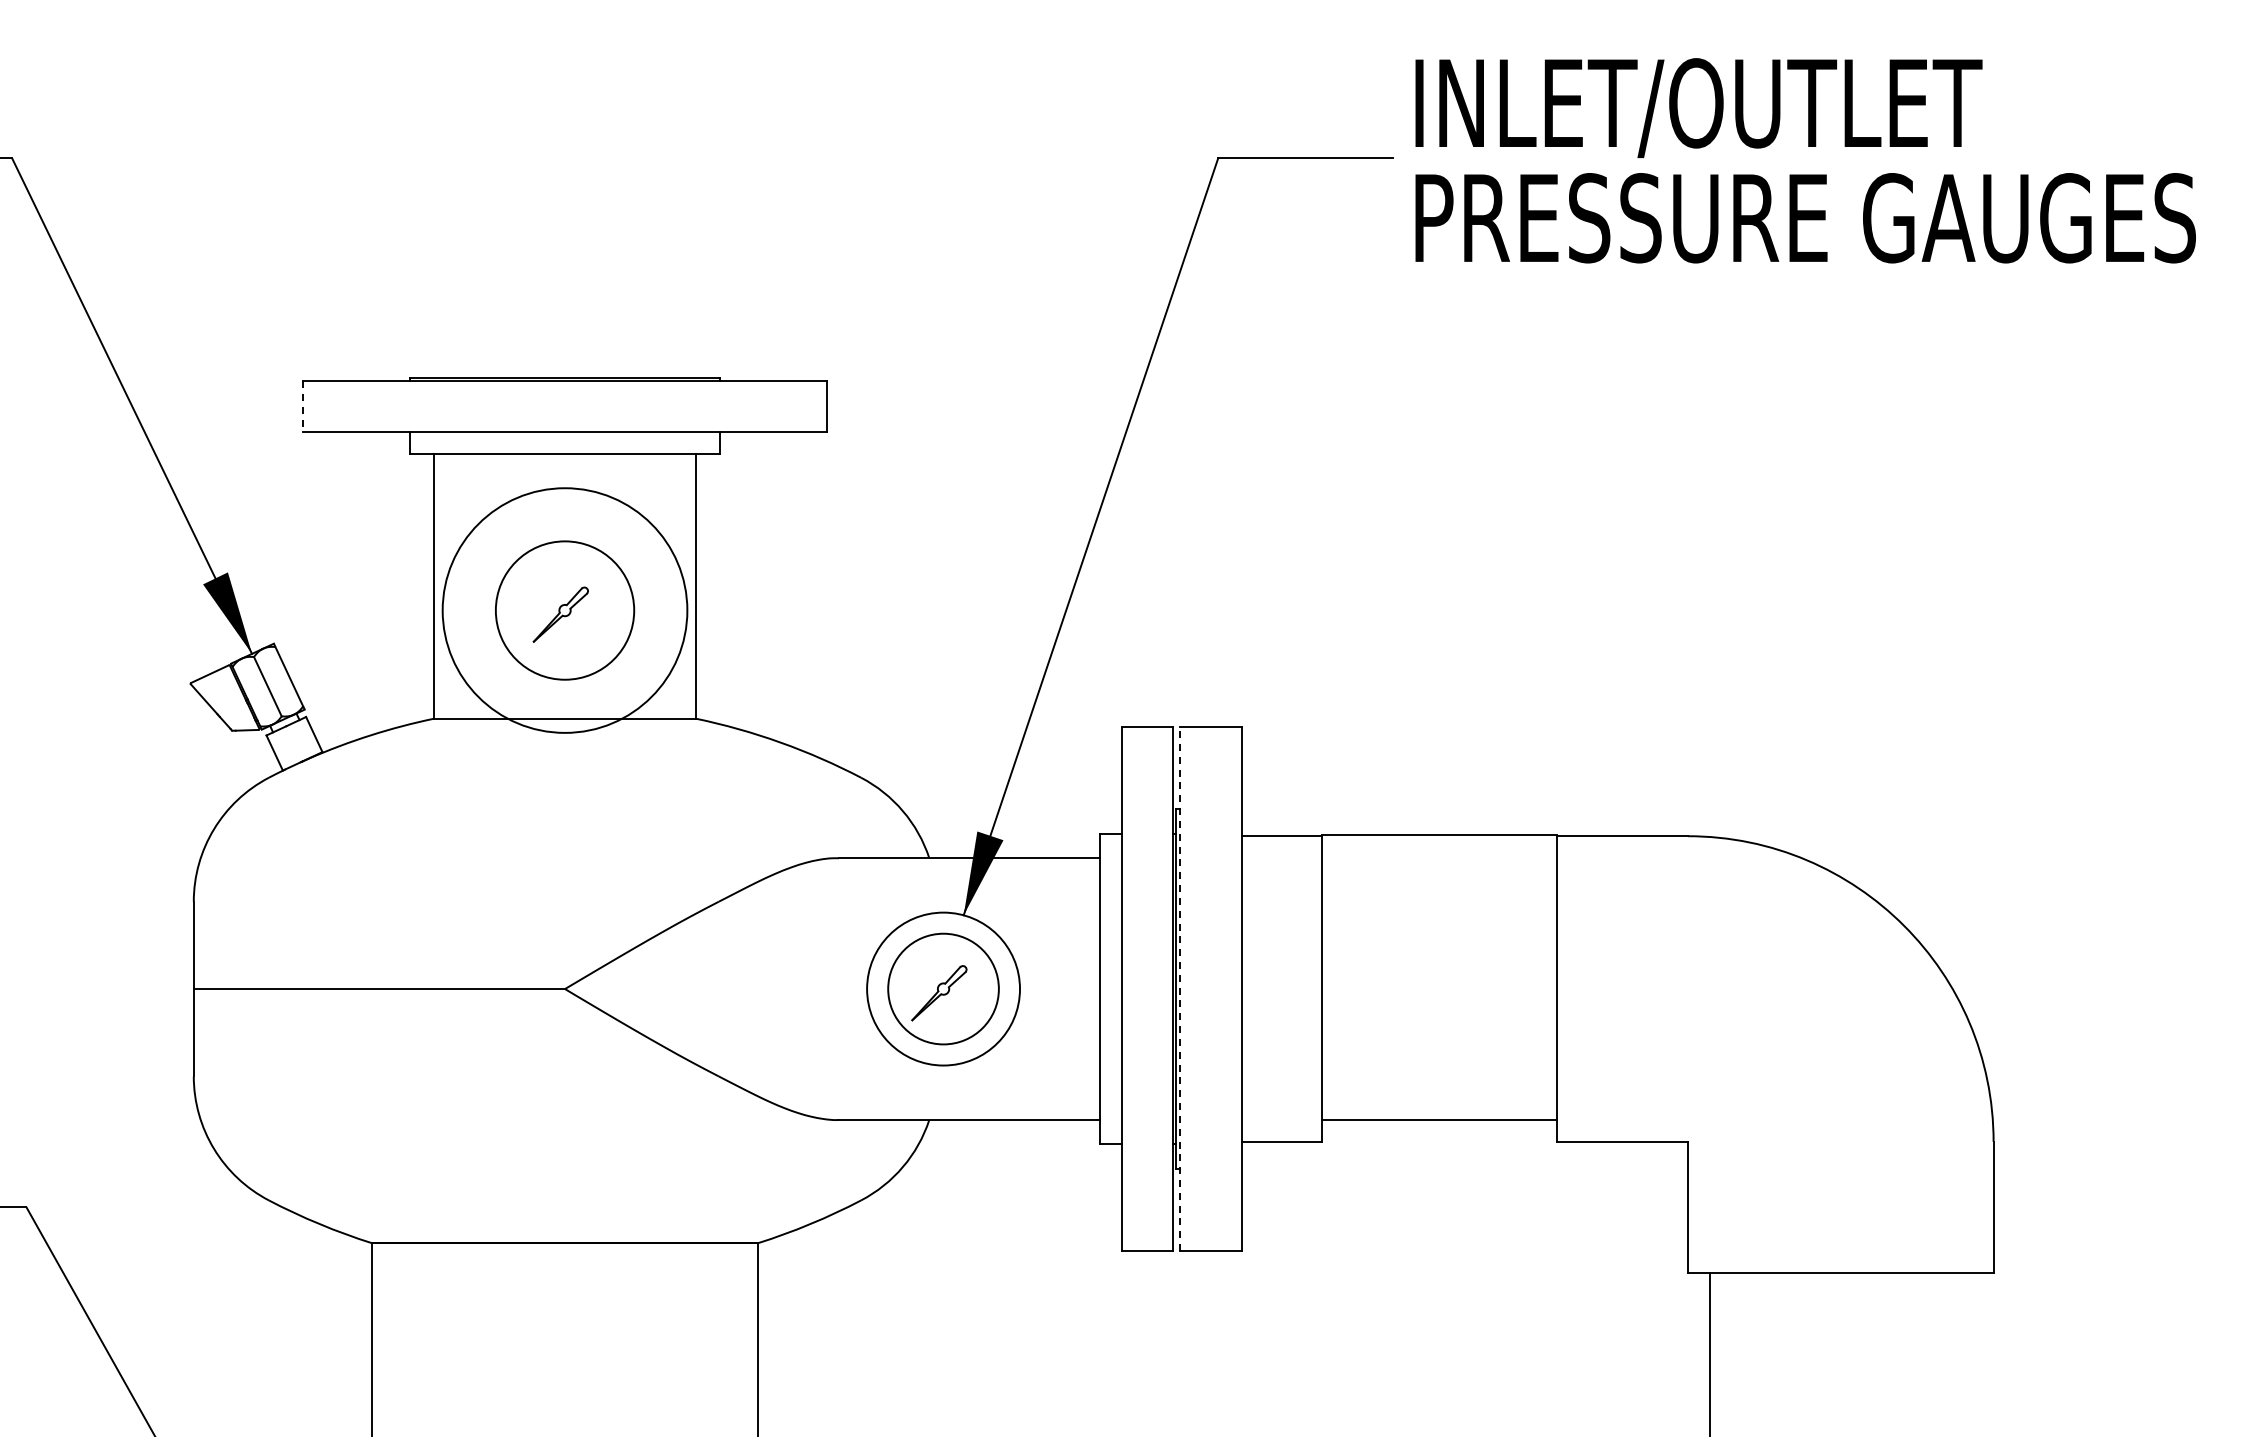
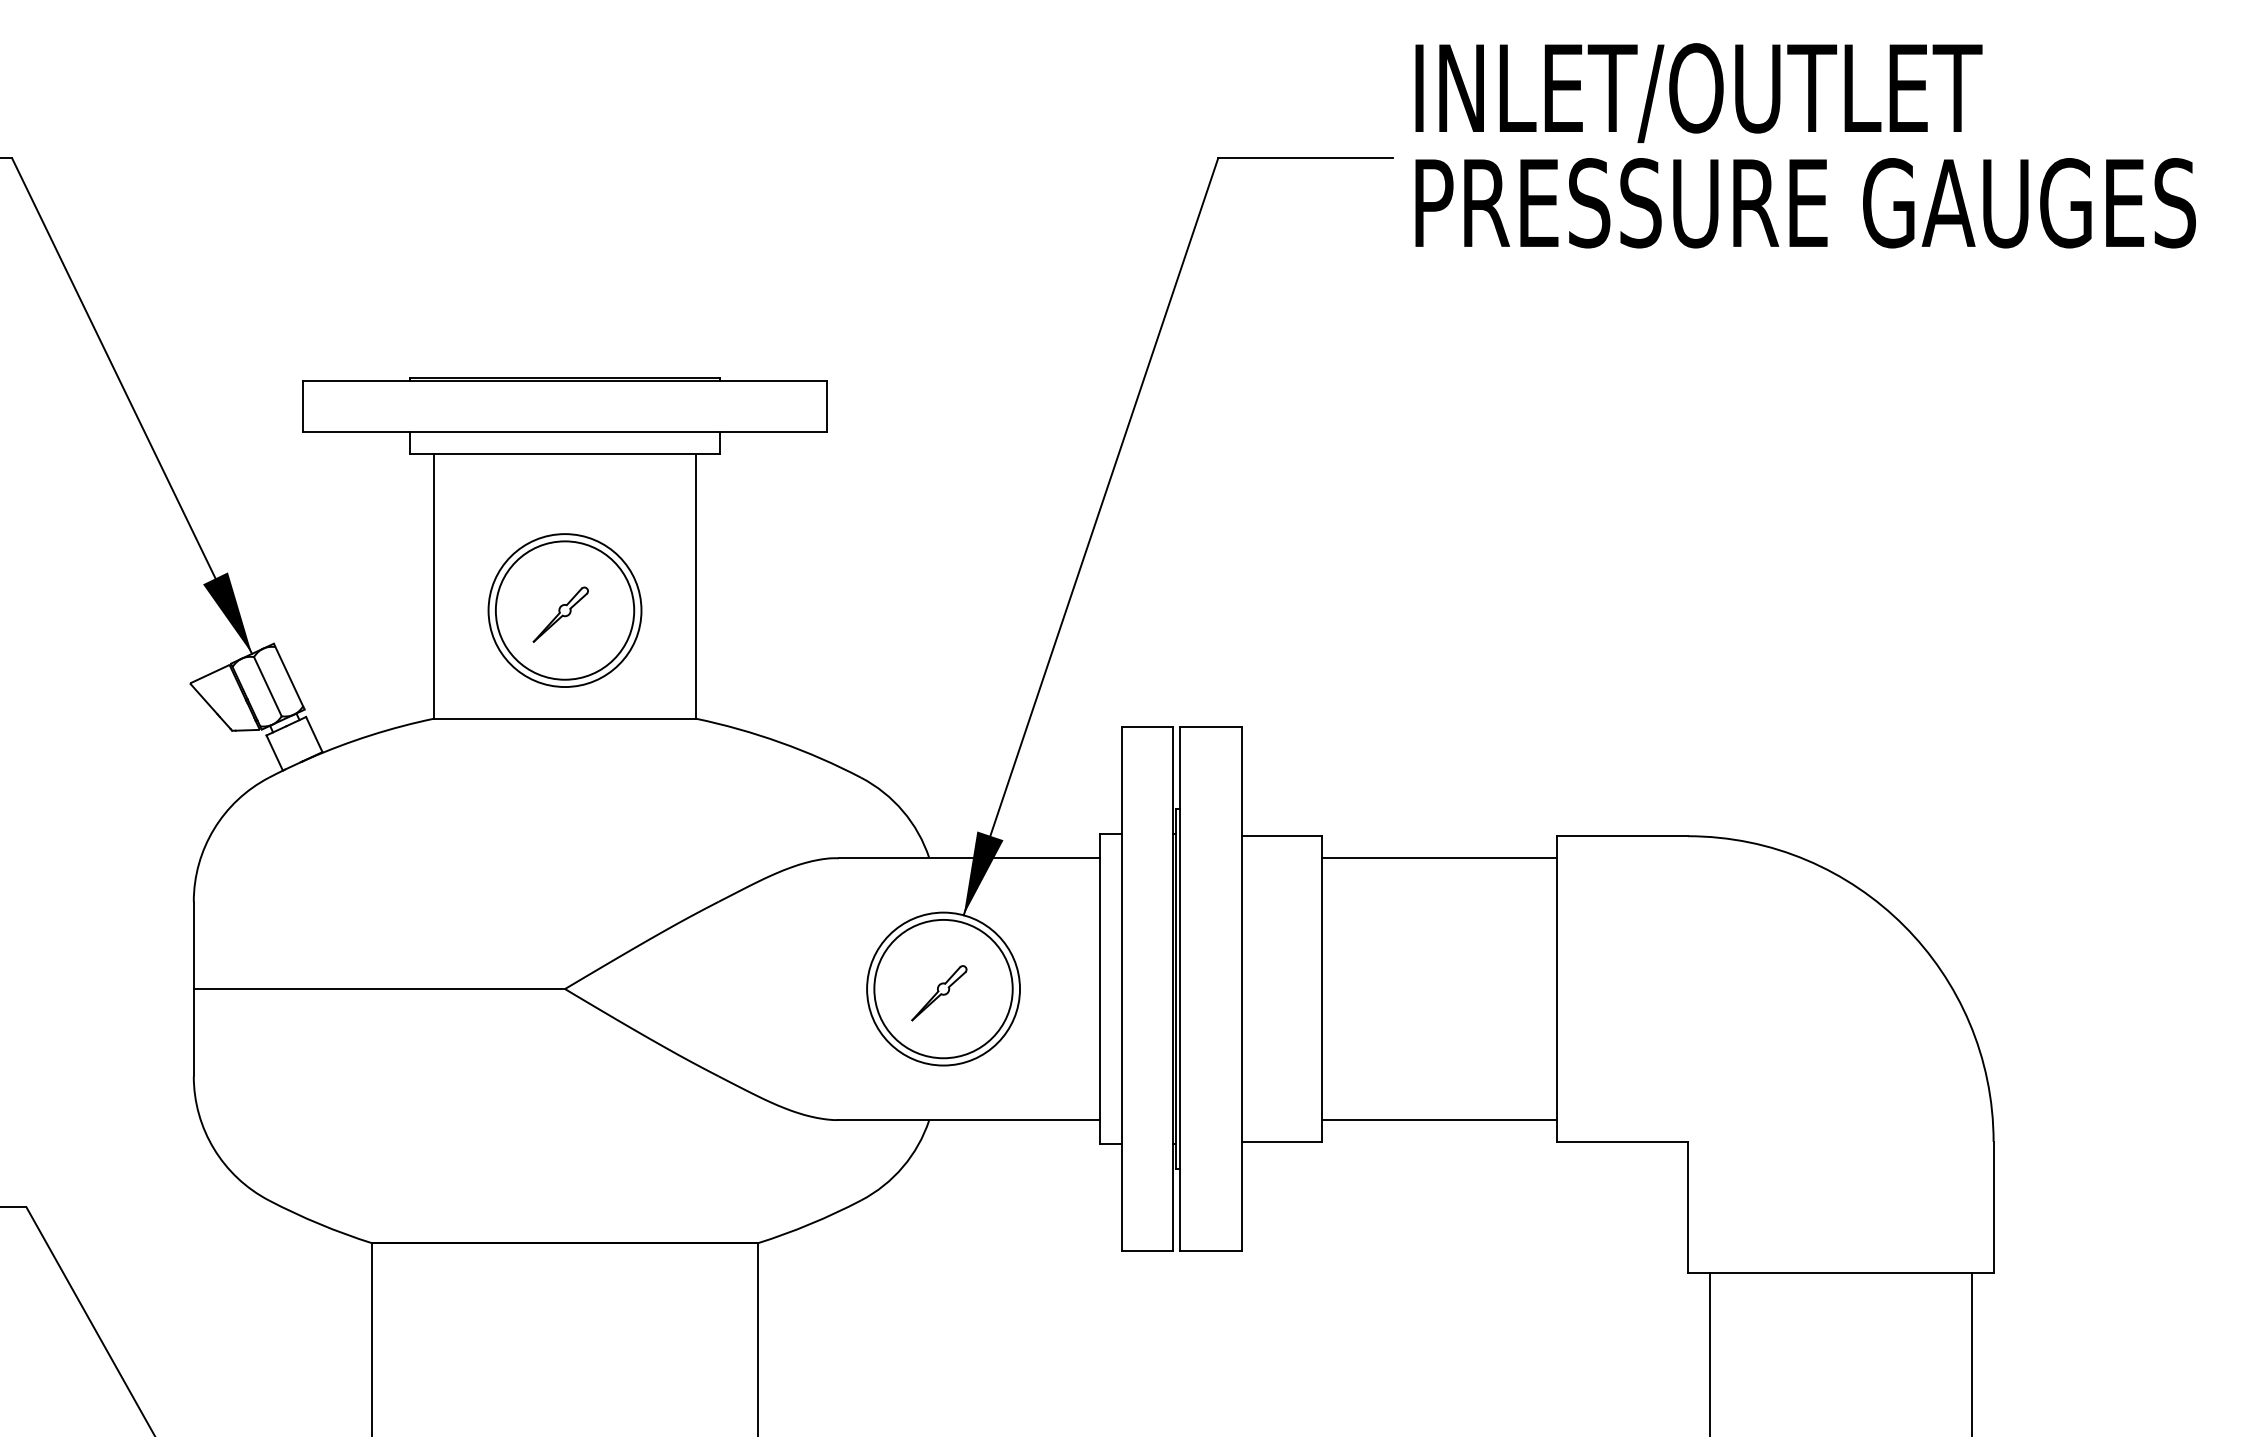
text at (1805, 160) position: (1805, 160) -> (1805, 145)
line at (302, 406): dashed -> solid
circle at (564, 610) diameter: 245 px -> 153 px
line at (1439, 835) position: (1439, 835) -> (1439, 858)
circle at (943, 988) diameter: 111 px -> 138 px
line at (1180, 988): dashed -> solid
line at (1971, 1352): none -> present
